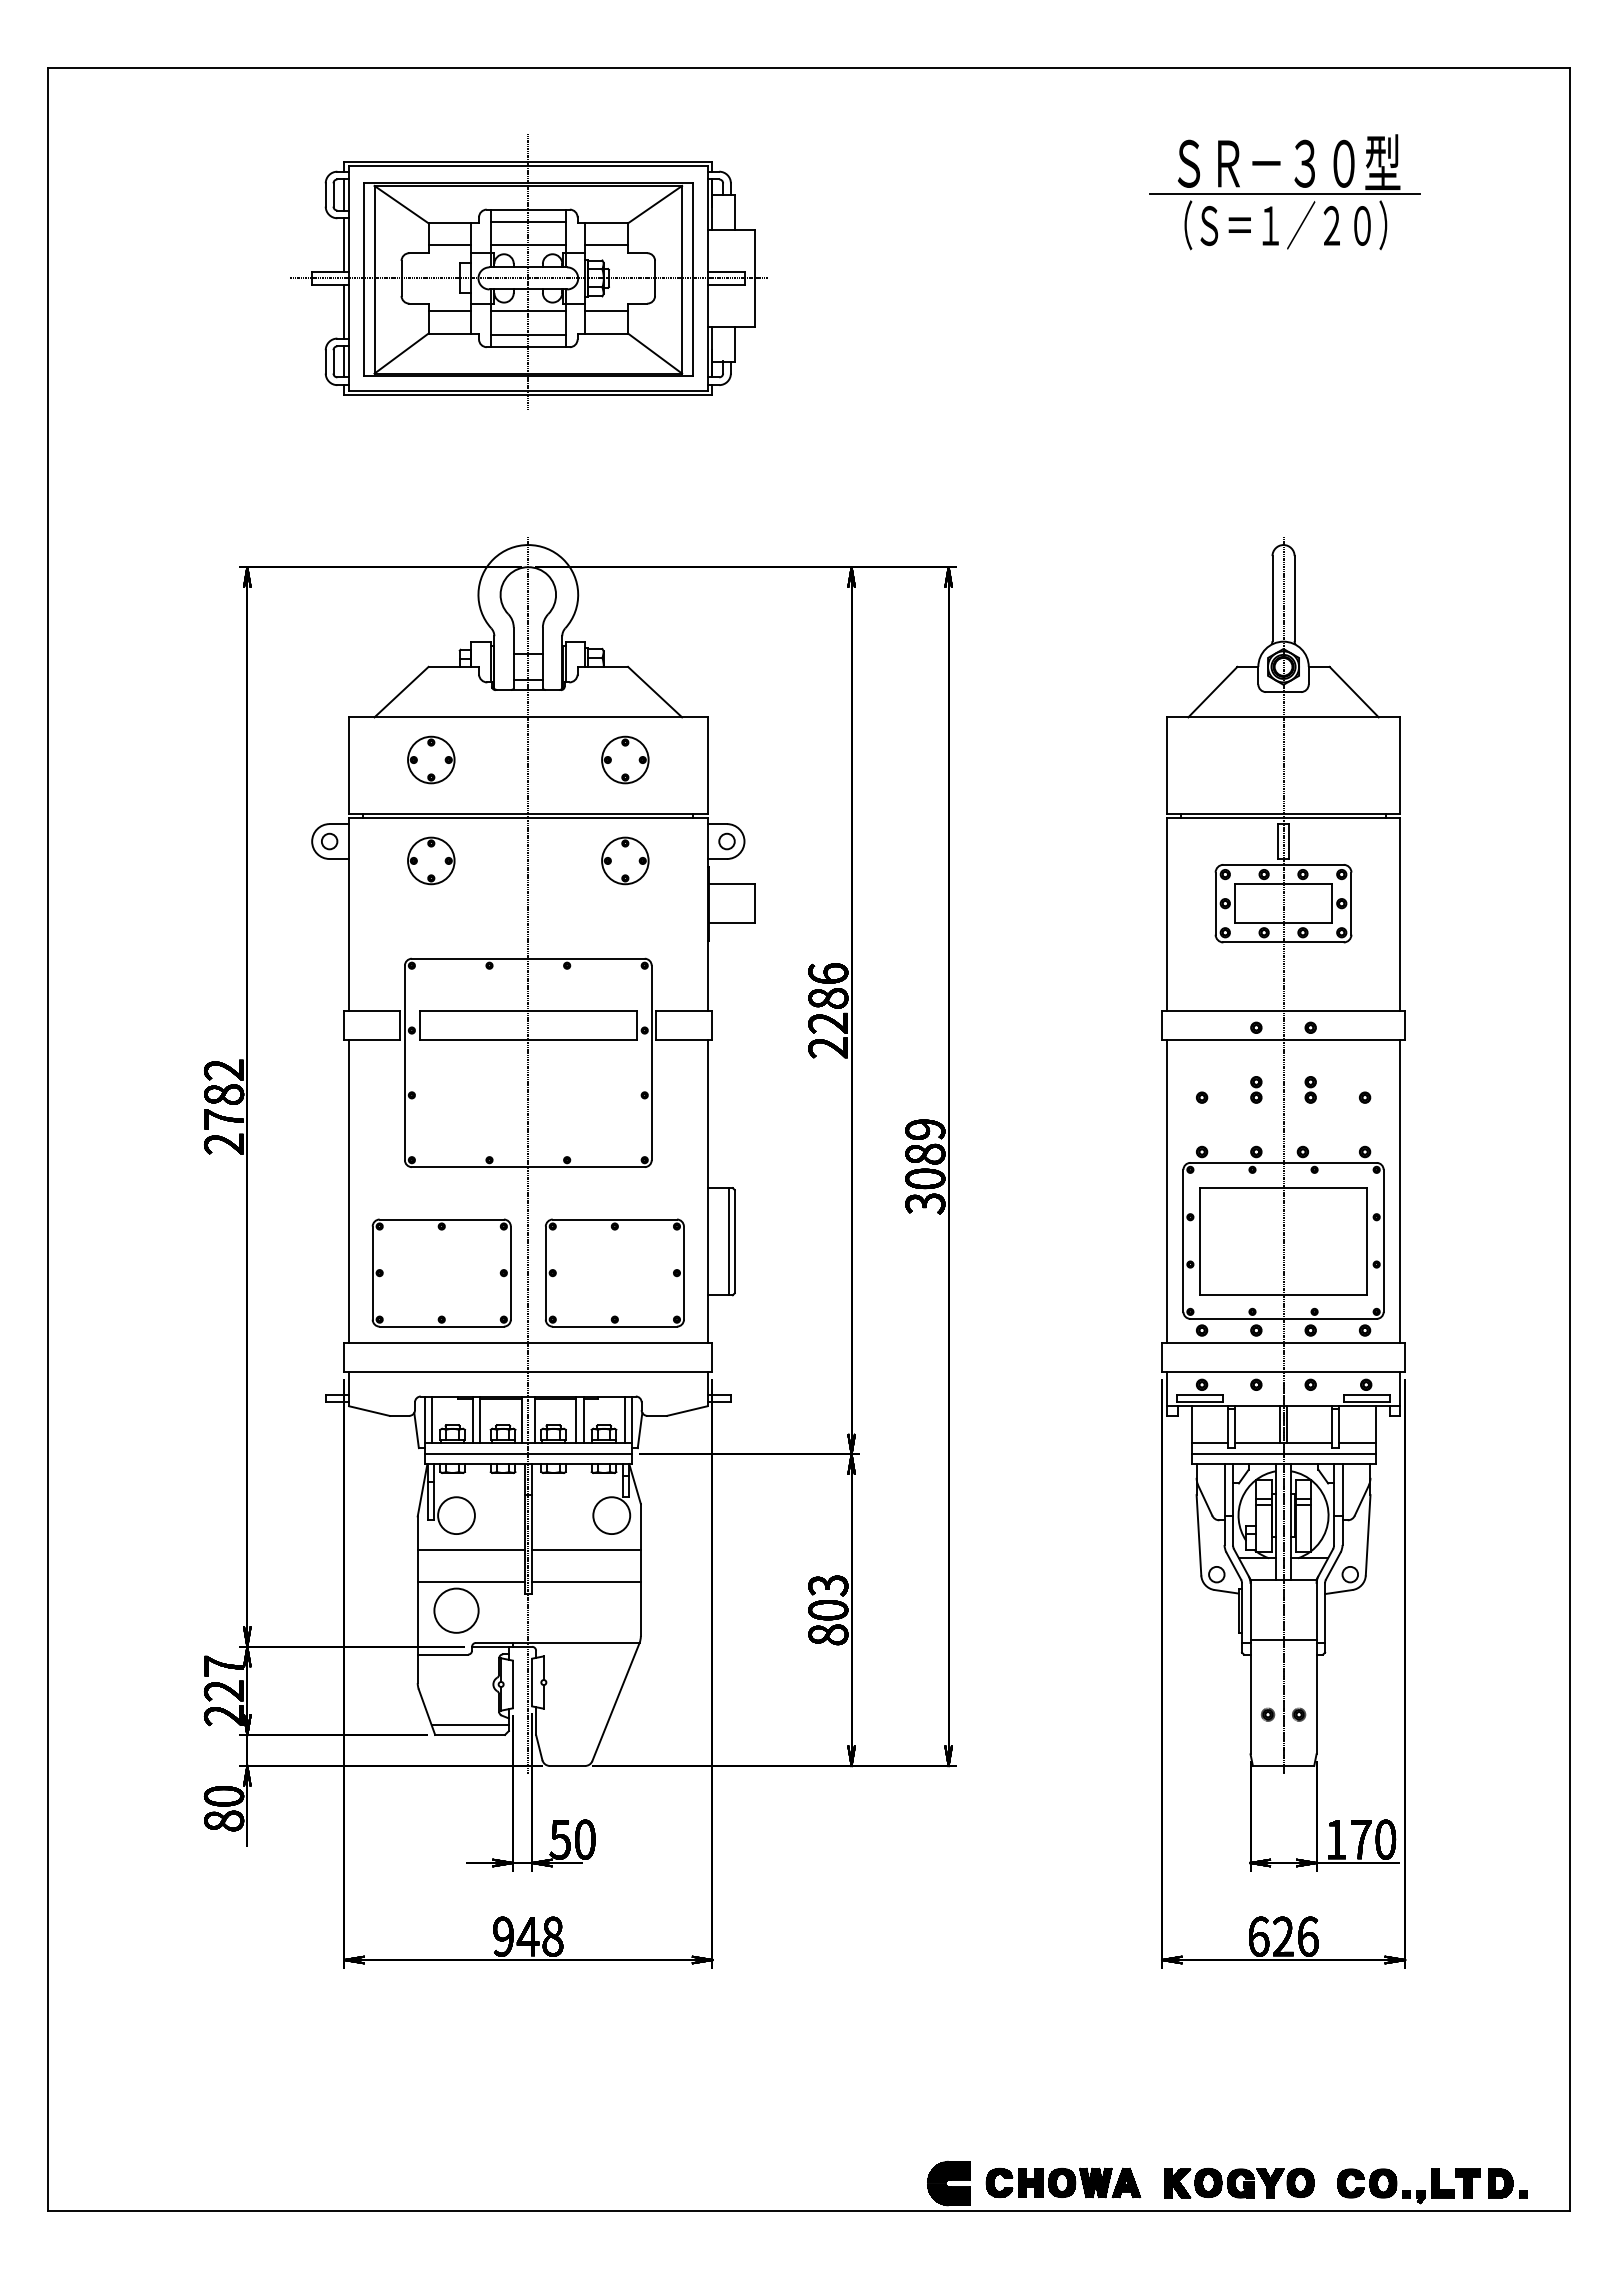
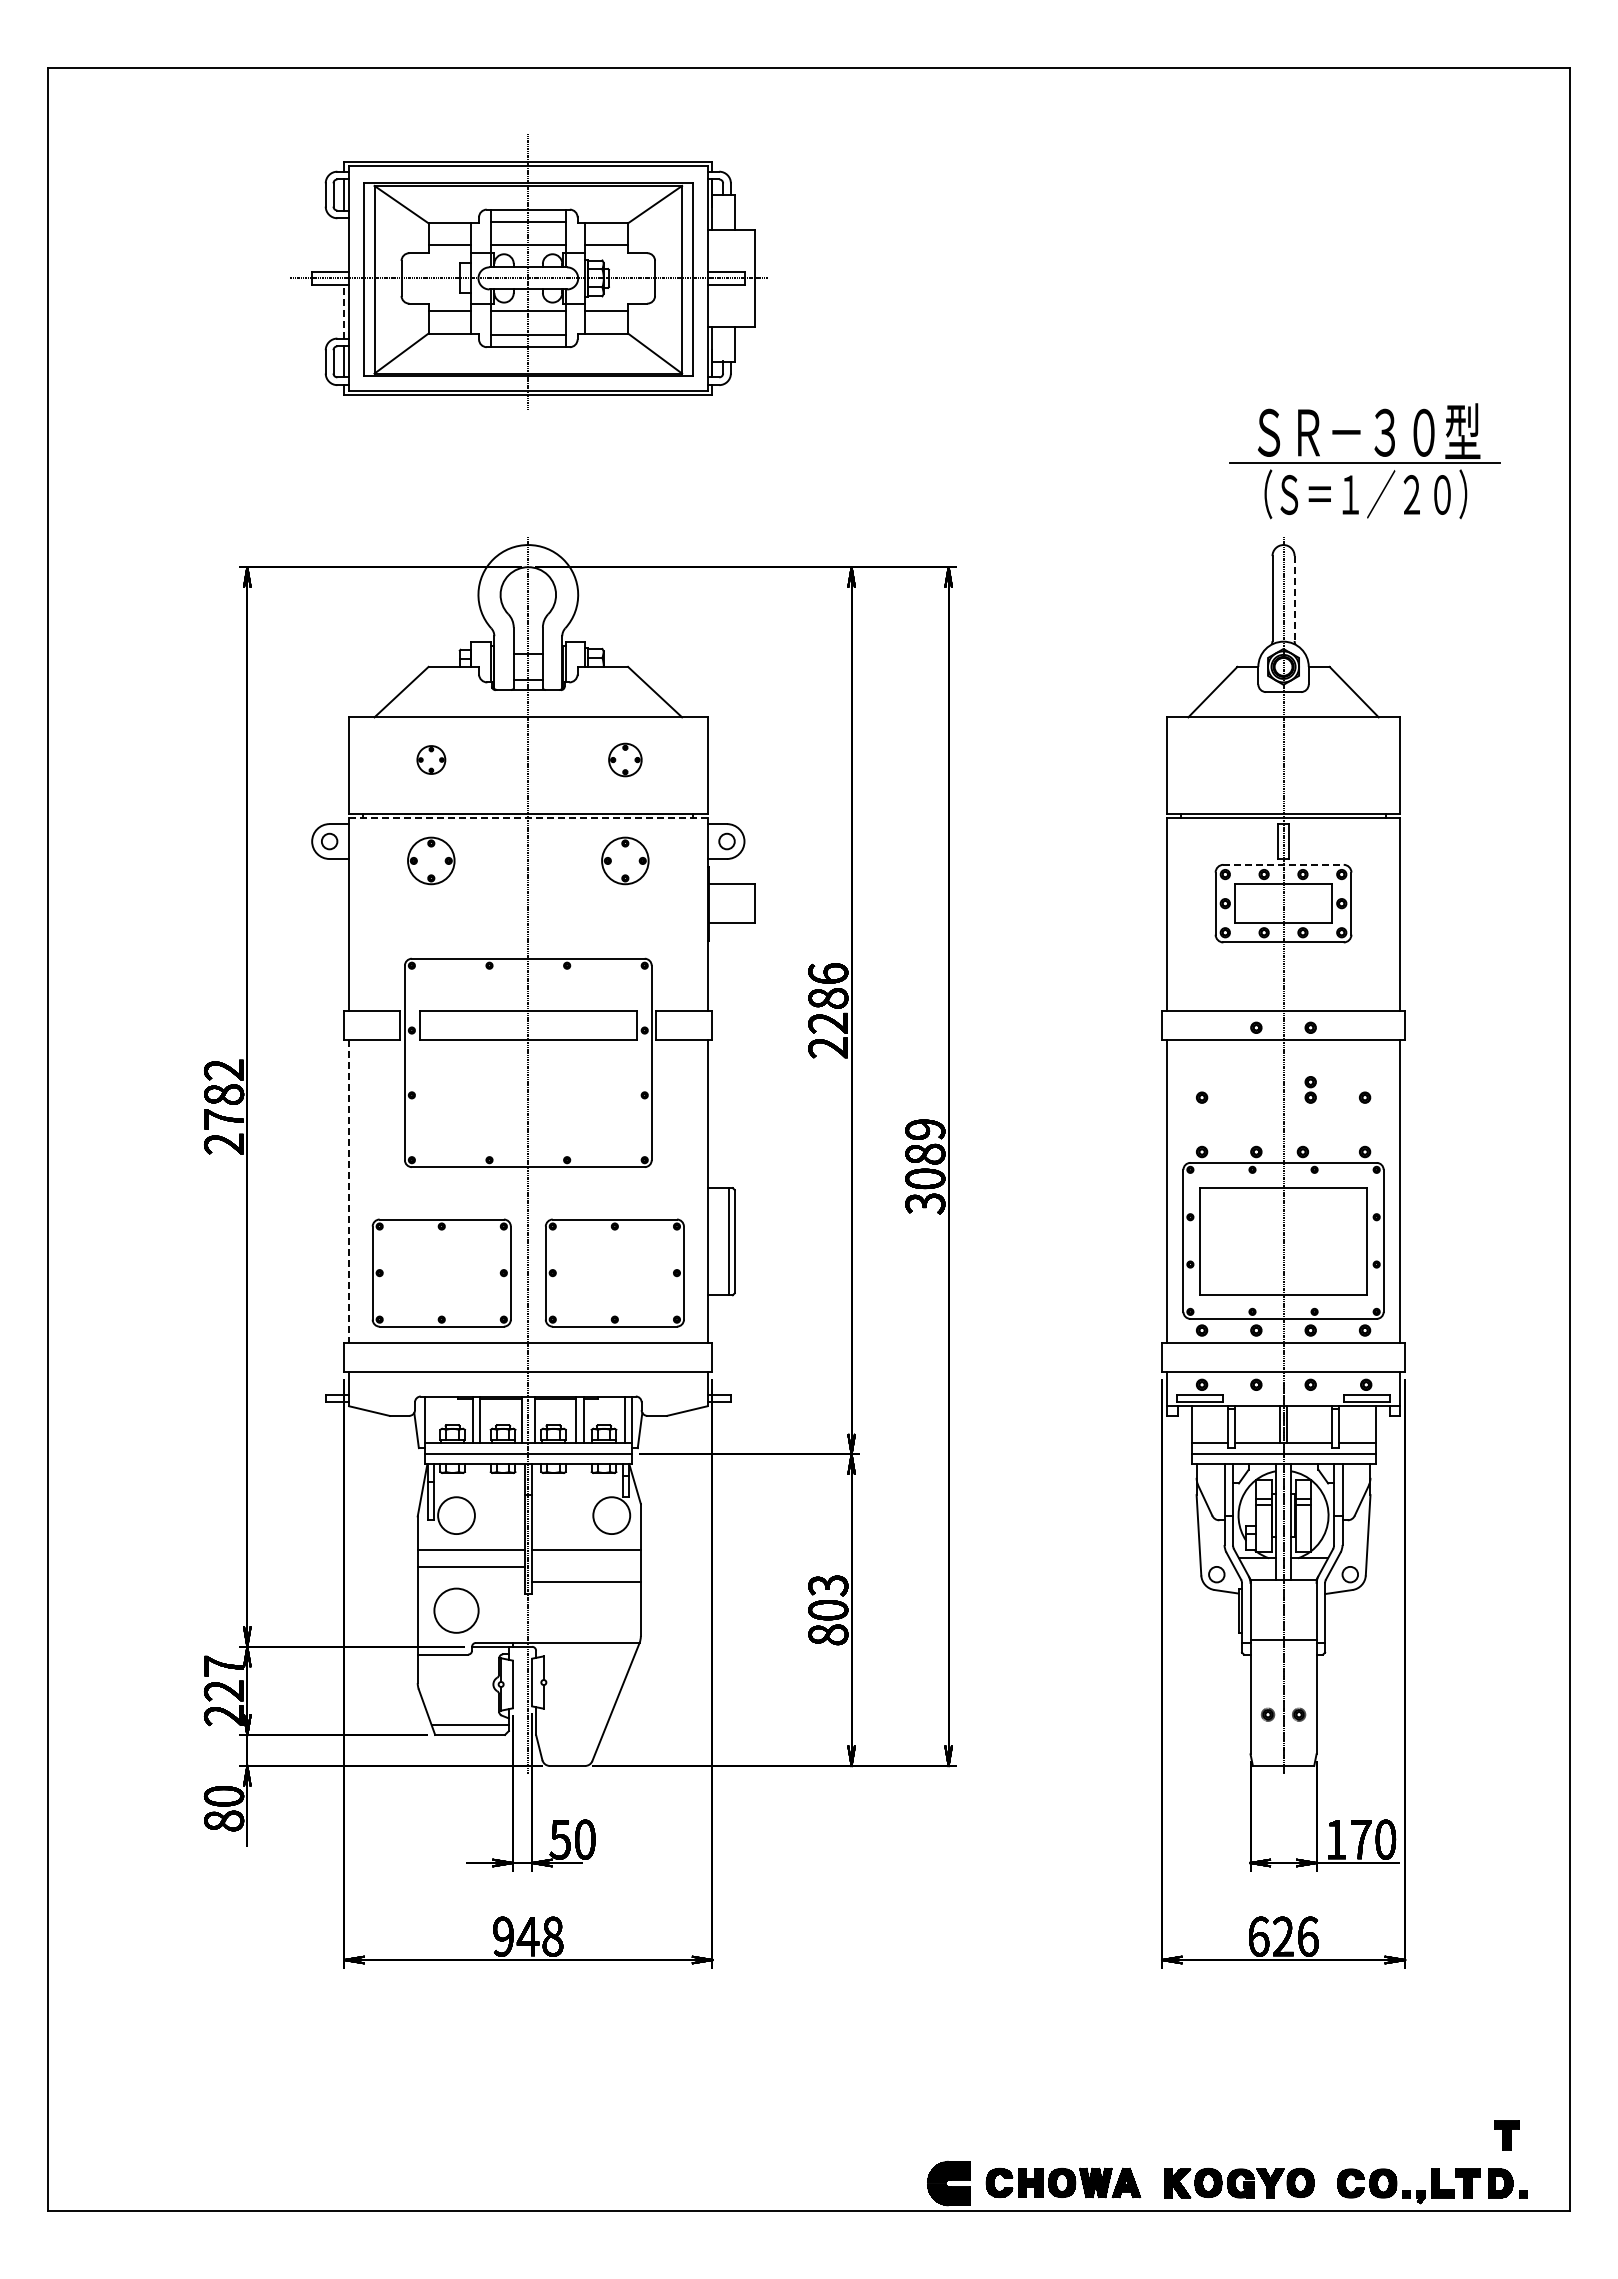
part at (1284, 192) position: (1284, 192) -> (1364, 461)
line at (344, 245): present -> none
line at (344, 311): solid -> dashed
line at (1294, 599): solid -> dashed
part at (431, 759) size: 49x50 px -> 31x30 px
part at (625, 759) size: 49x50 px -> 35x36 px
line at (527, 818): solid -> dashed
line at (1284, 864): solid -> dashed
part at (1256, 1089): present -> none
line at (349, 1192): solid -> dashed
line at (432, 1419): present -> none
line at (470, 1581) position: (470, 1581) -> (470, 1566)
part at (1506, 2135): none -> present
